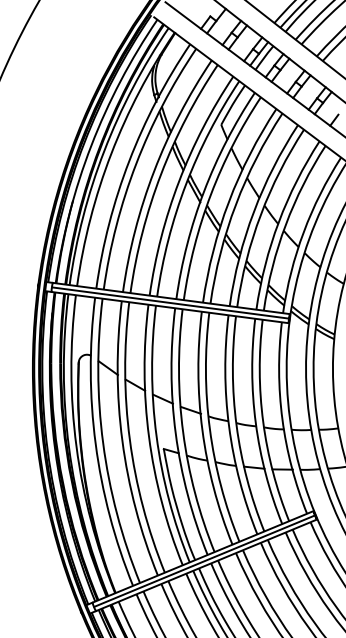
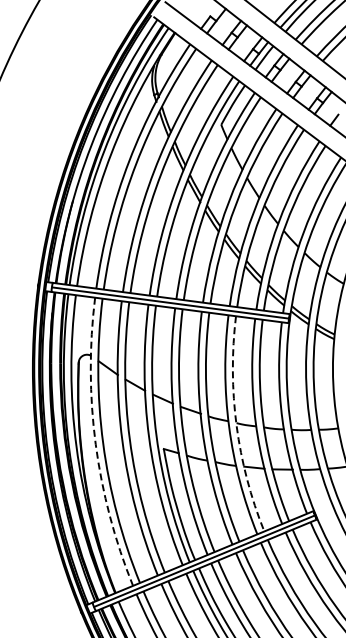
arc at (236, 425): solid -> dashed
arc at (95, 444): solid -> dashed
